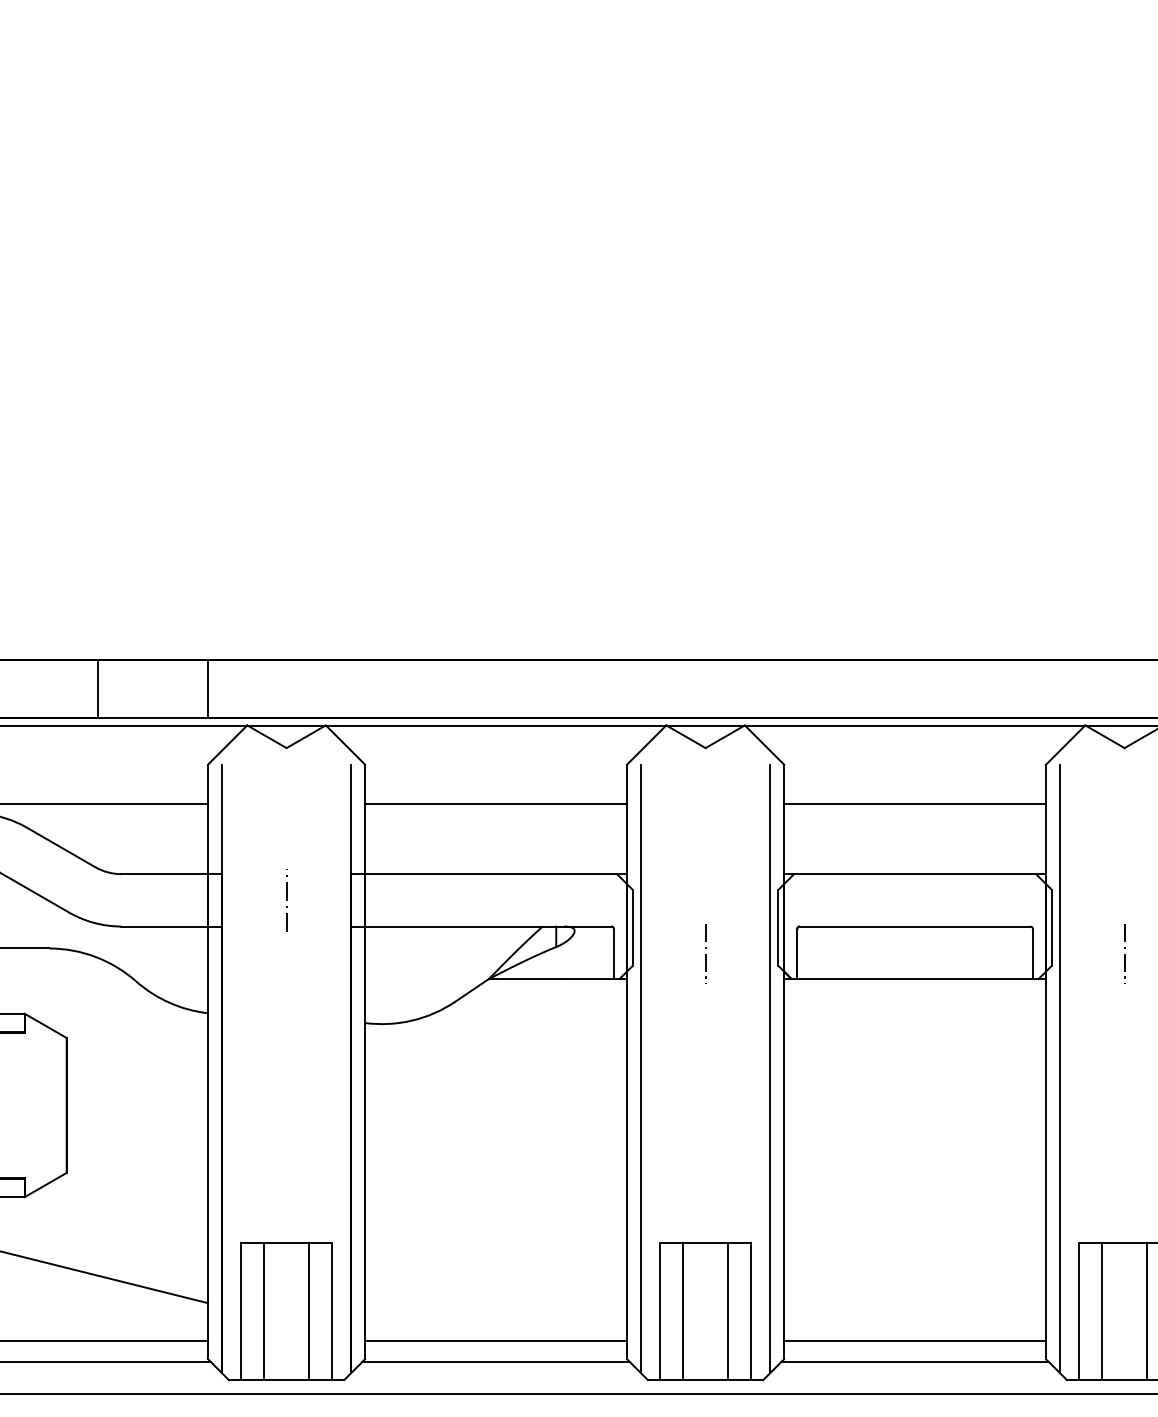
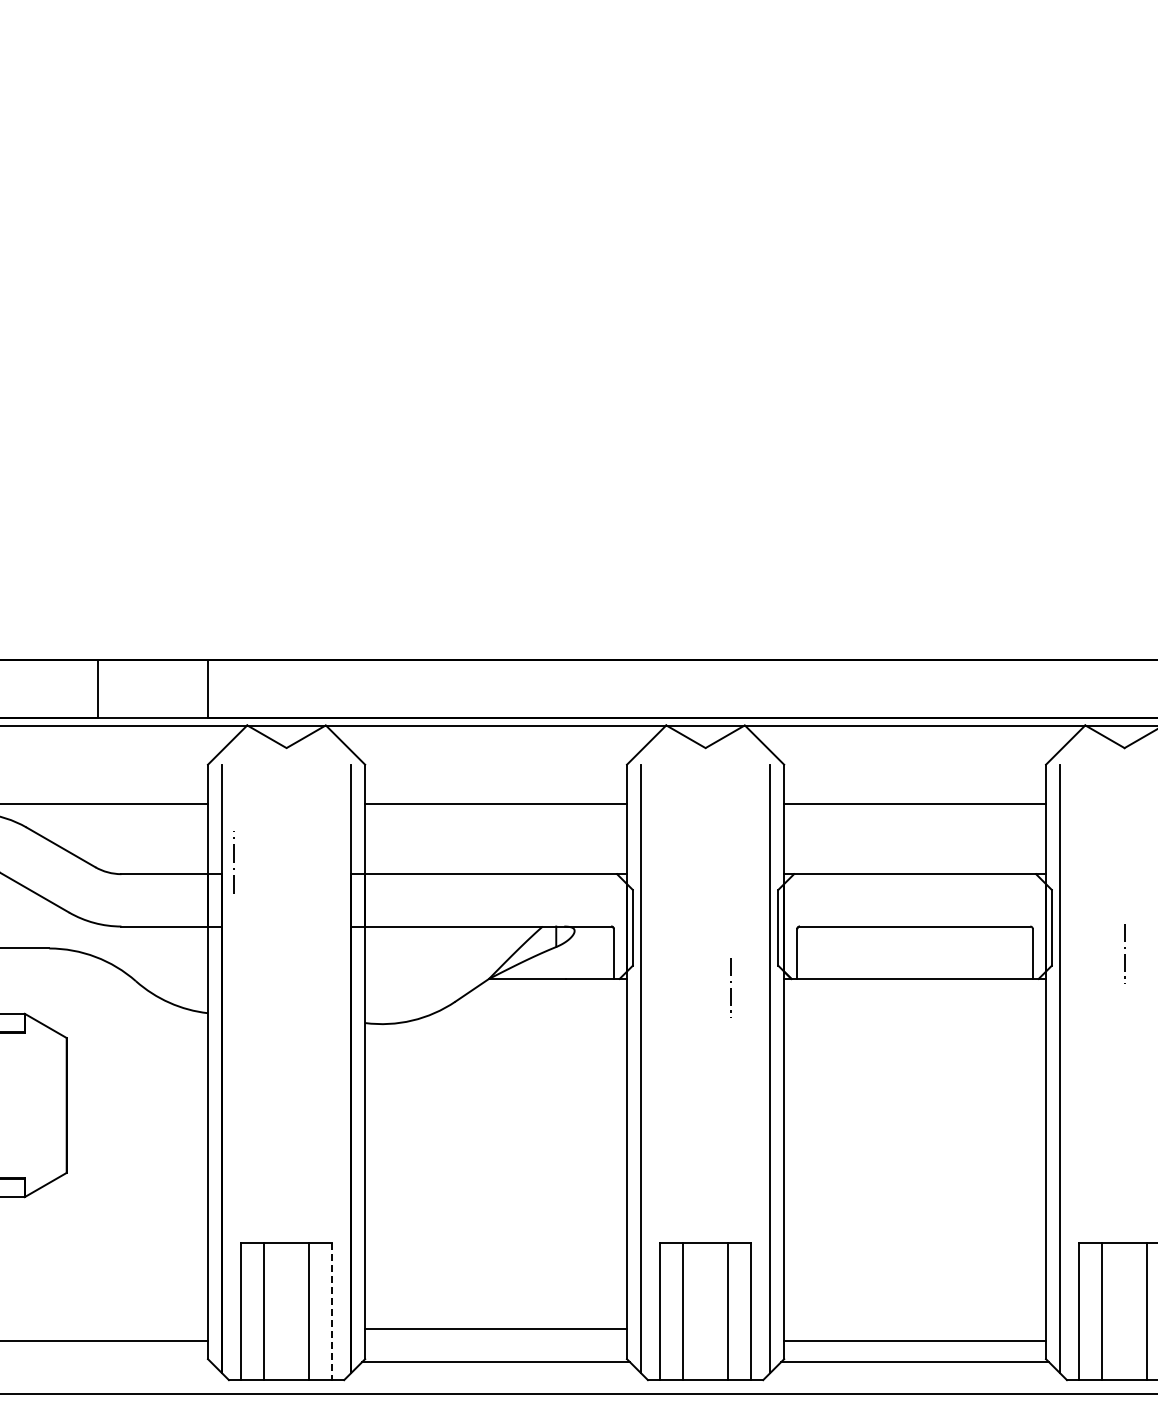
line at (286, 900) position: (286, 900) -> (233, 862)
line at (705, 954) position: (705, 954) -> (730, 988)
line at (105, 1277): present -> none
line at (331, 1311): solid -> dashed
line at (496, 1341) position: (496, 1341) -> (496, 1329)
line at (106, 1362): present -> none
